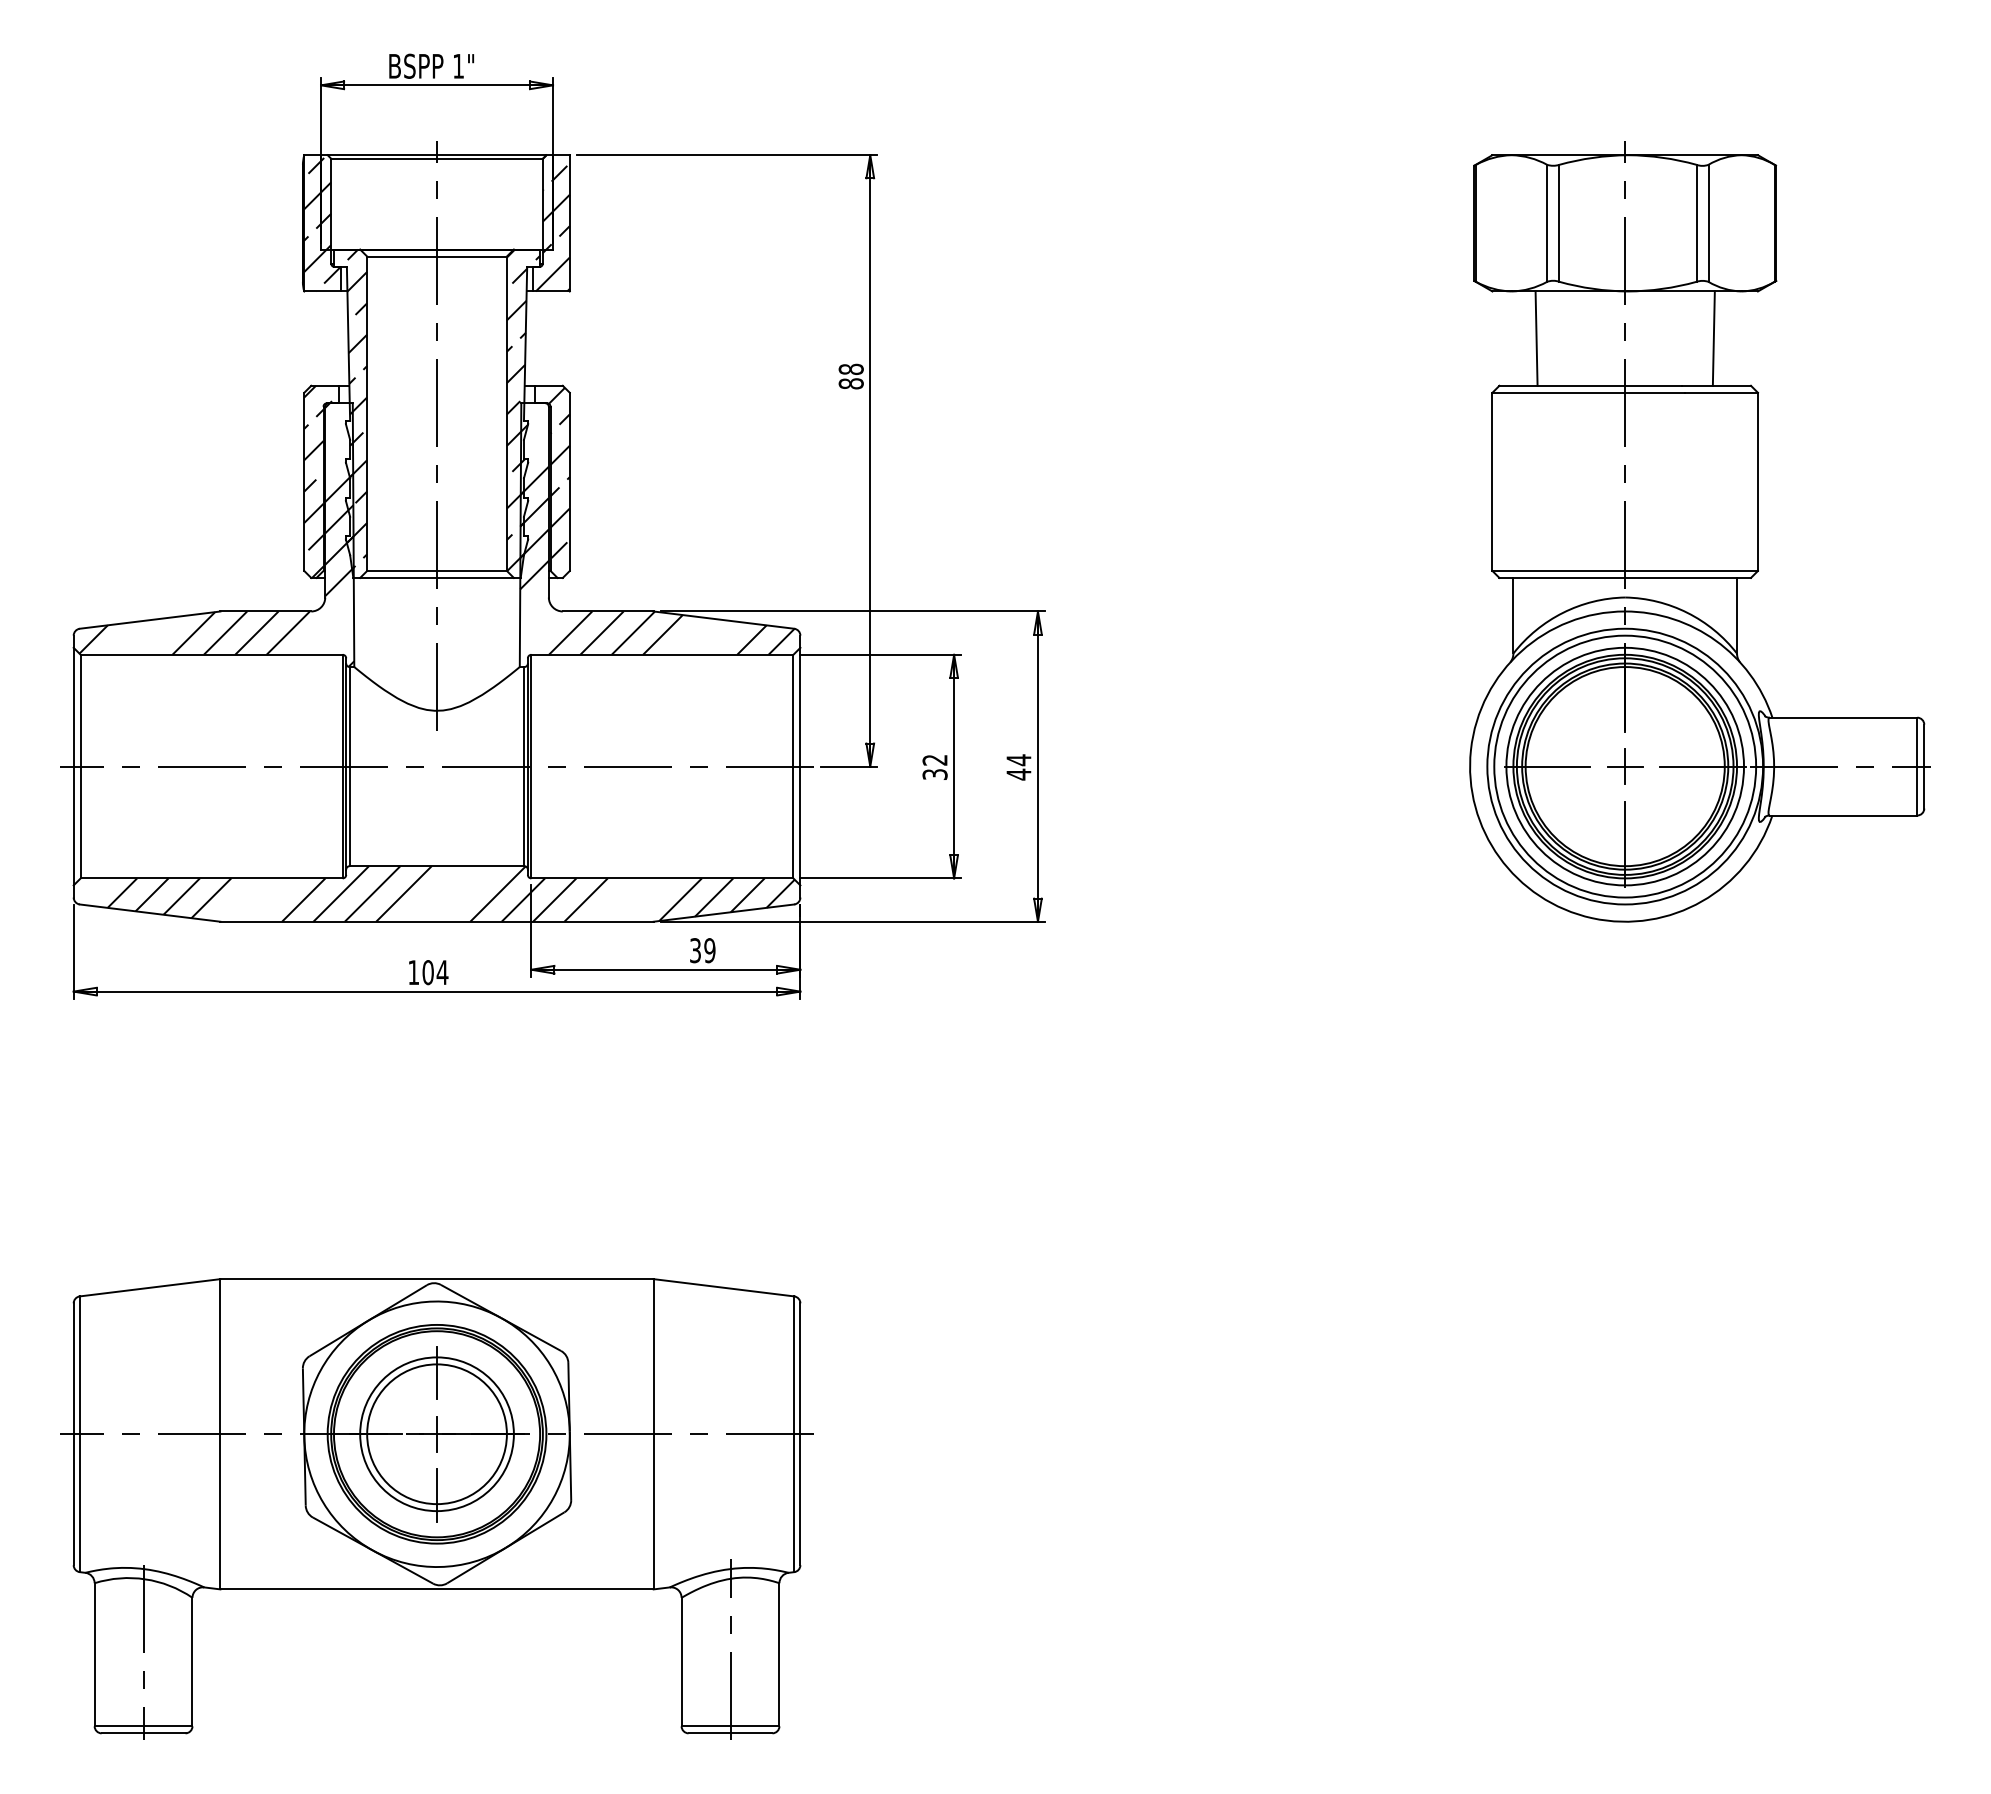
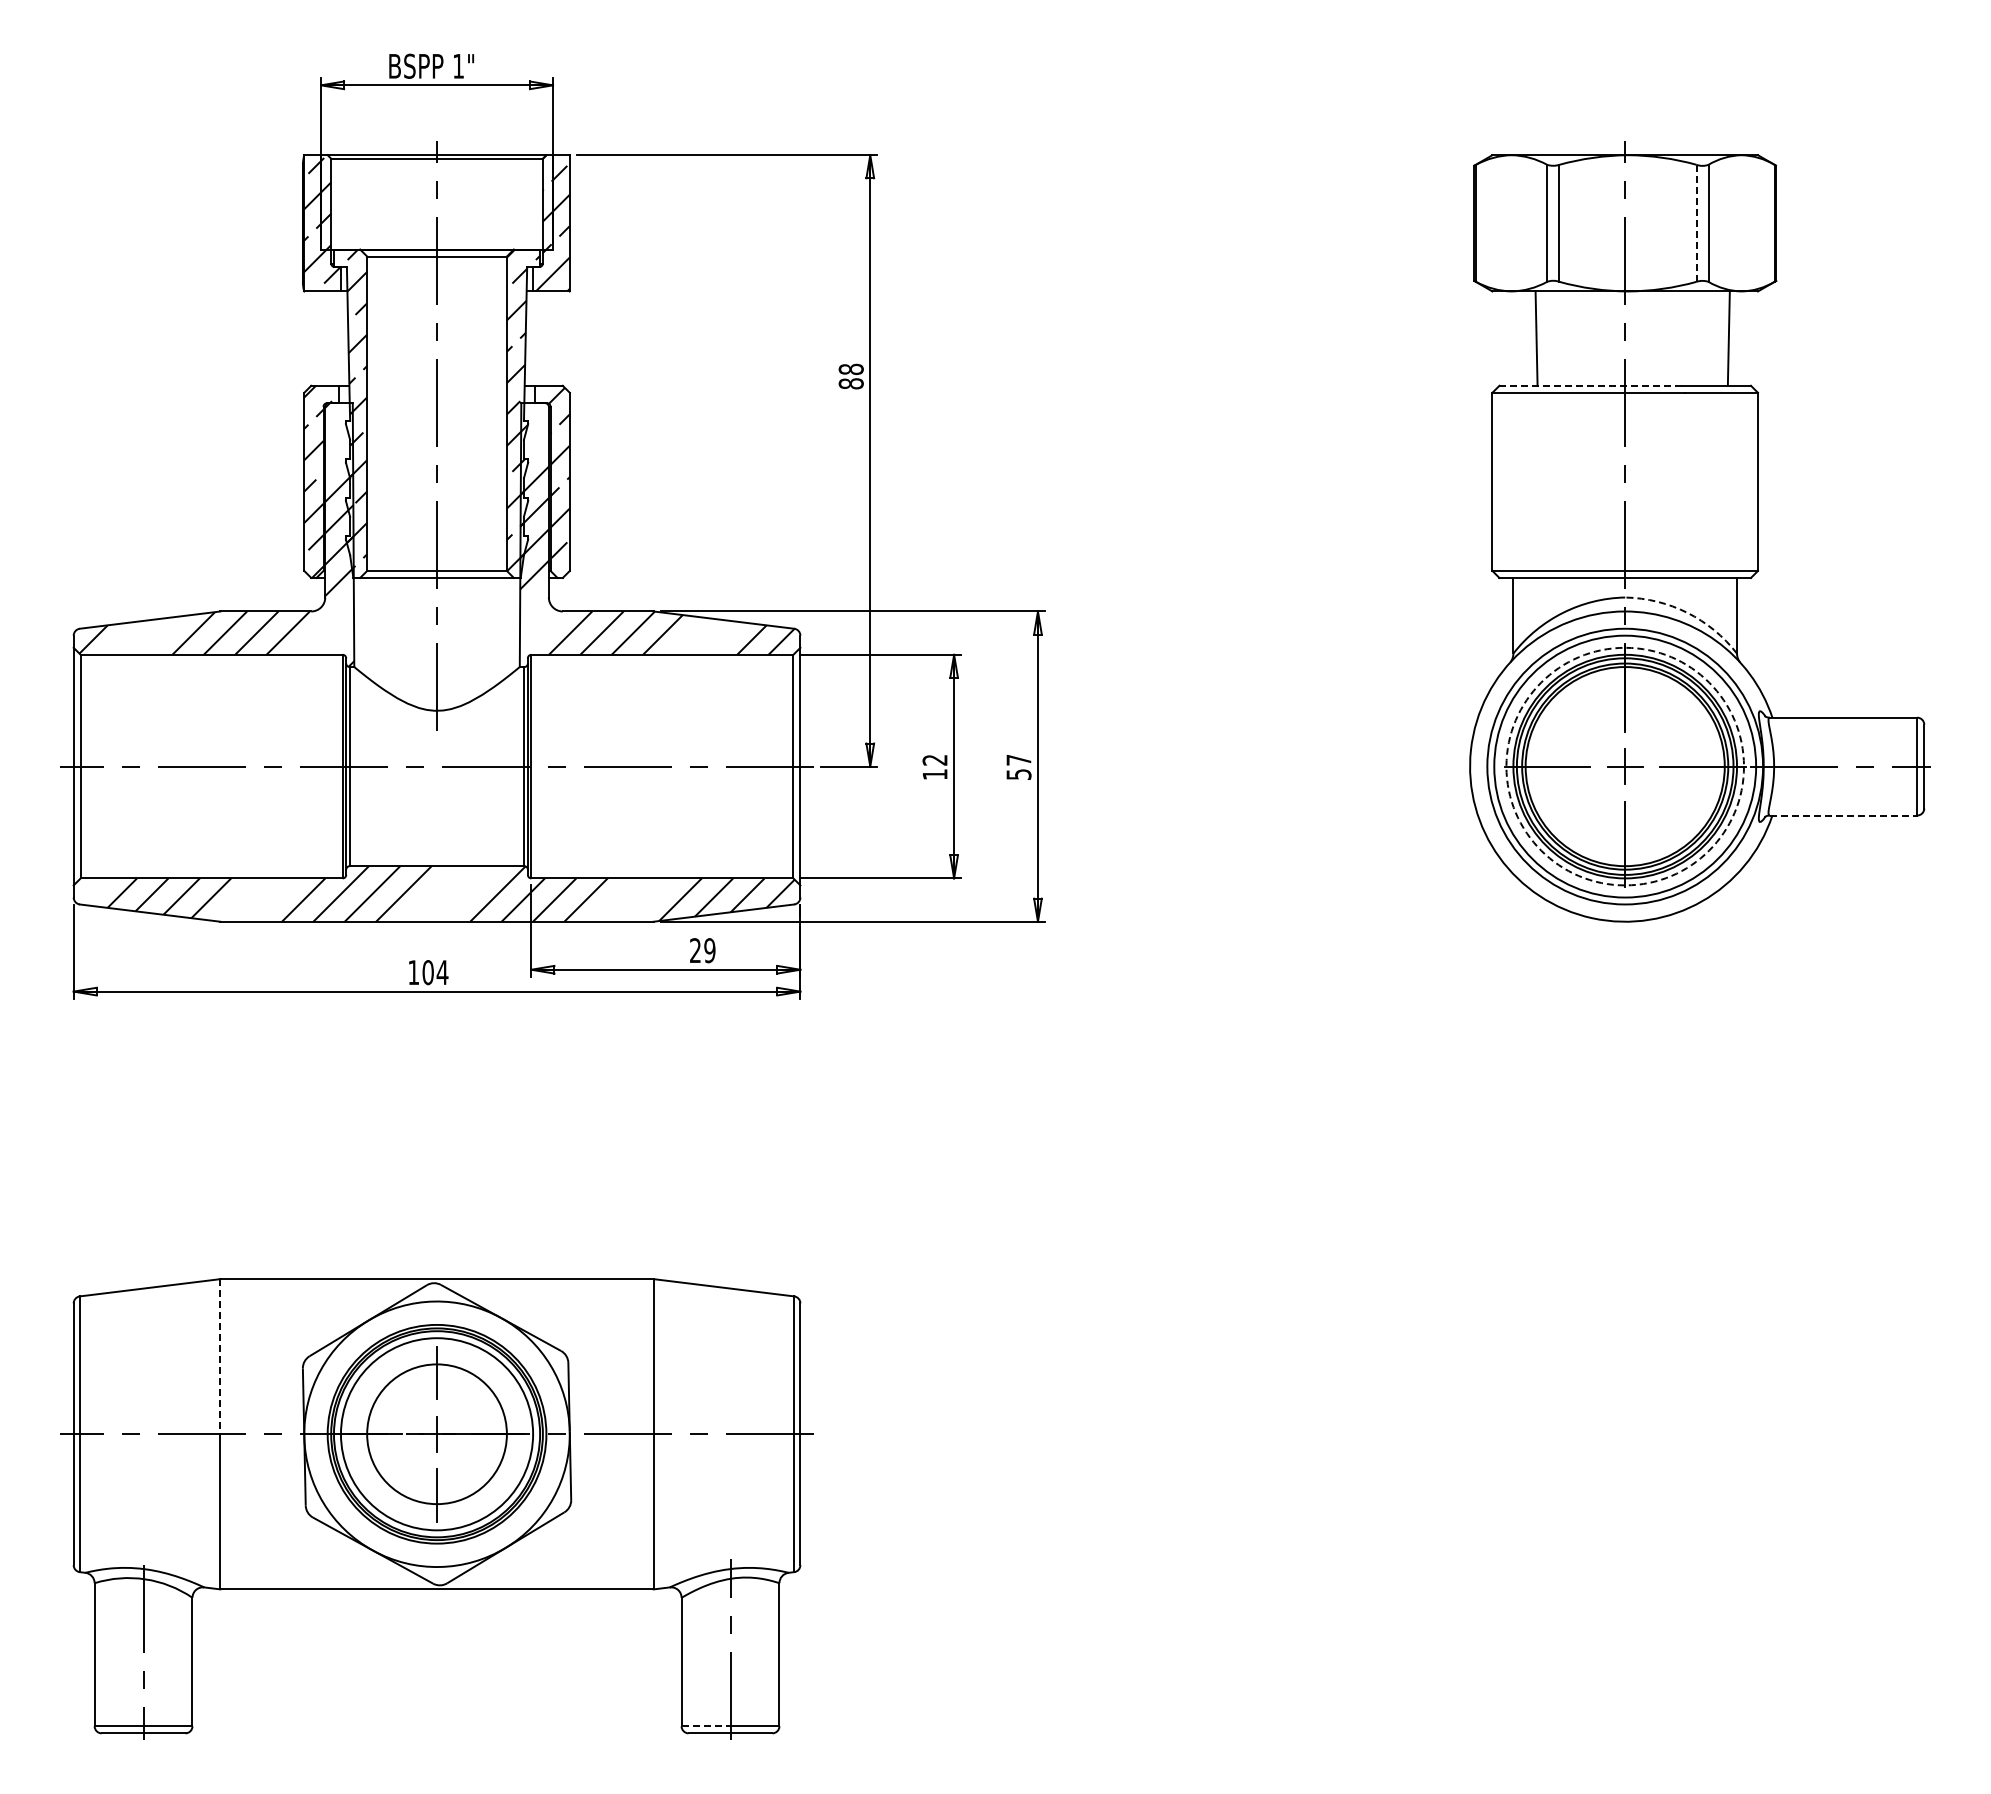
line at (1696, 223): solid -> dashed
line at (1713, 338) position: (1713, 338) -> (1728, 338)
line at (1591, 385): solid -> dashed
arc at (1687, 612): solid -> dashed
circle at (1625, 766): solid -> dashed
text at (1018, 767): 44 -> 57
text at (934, 774): 32 -> 12
line at (1843, 815): solid -> dashed
text at (695, 950): 39 -> 29
line at (220, 1356): solid -> dashed
circle at (436, 1434) diameter: 154 px -> 192 px
line at (706, 1726): solid -> dashed
